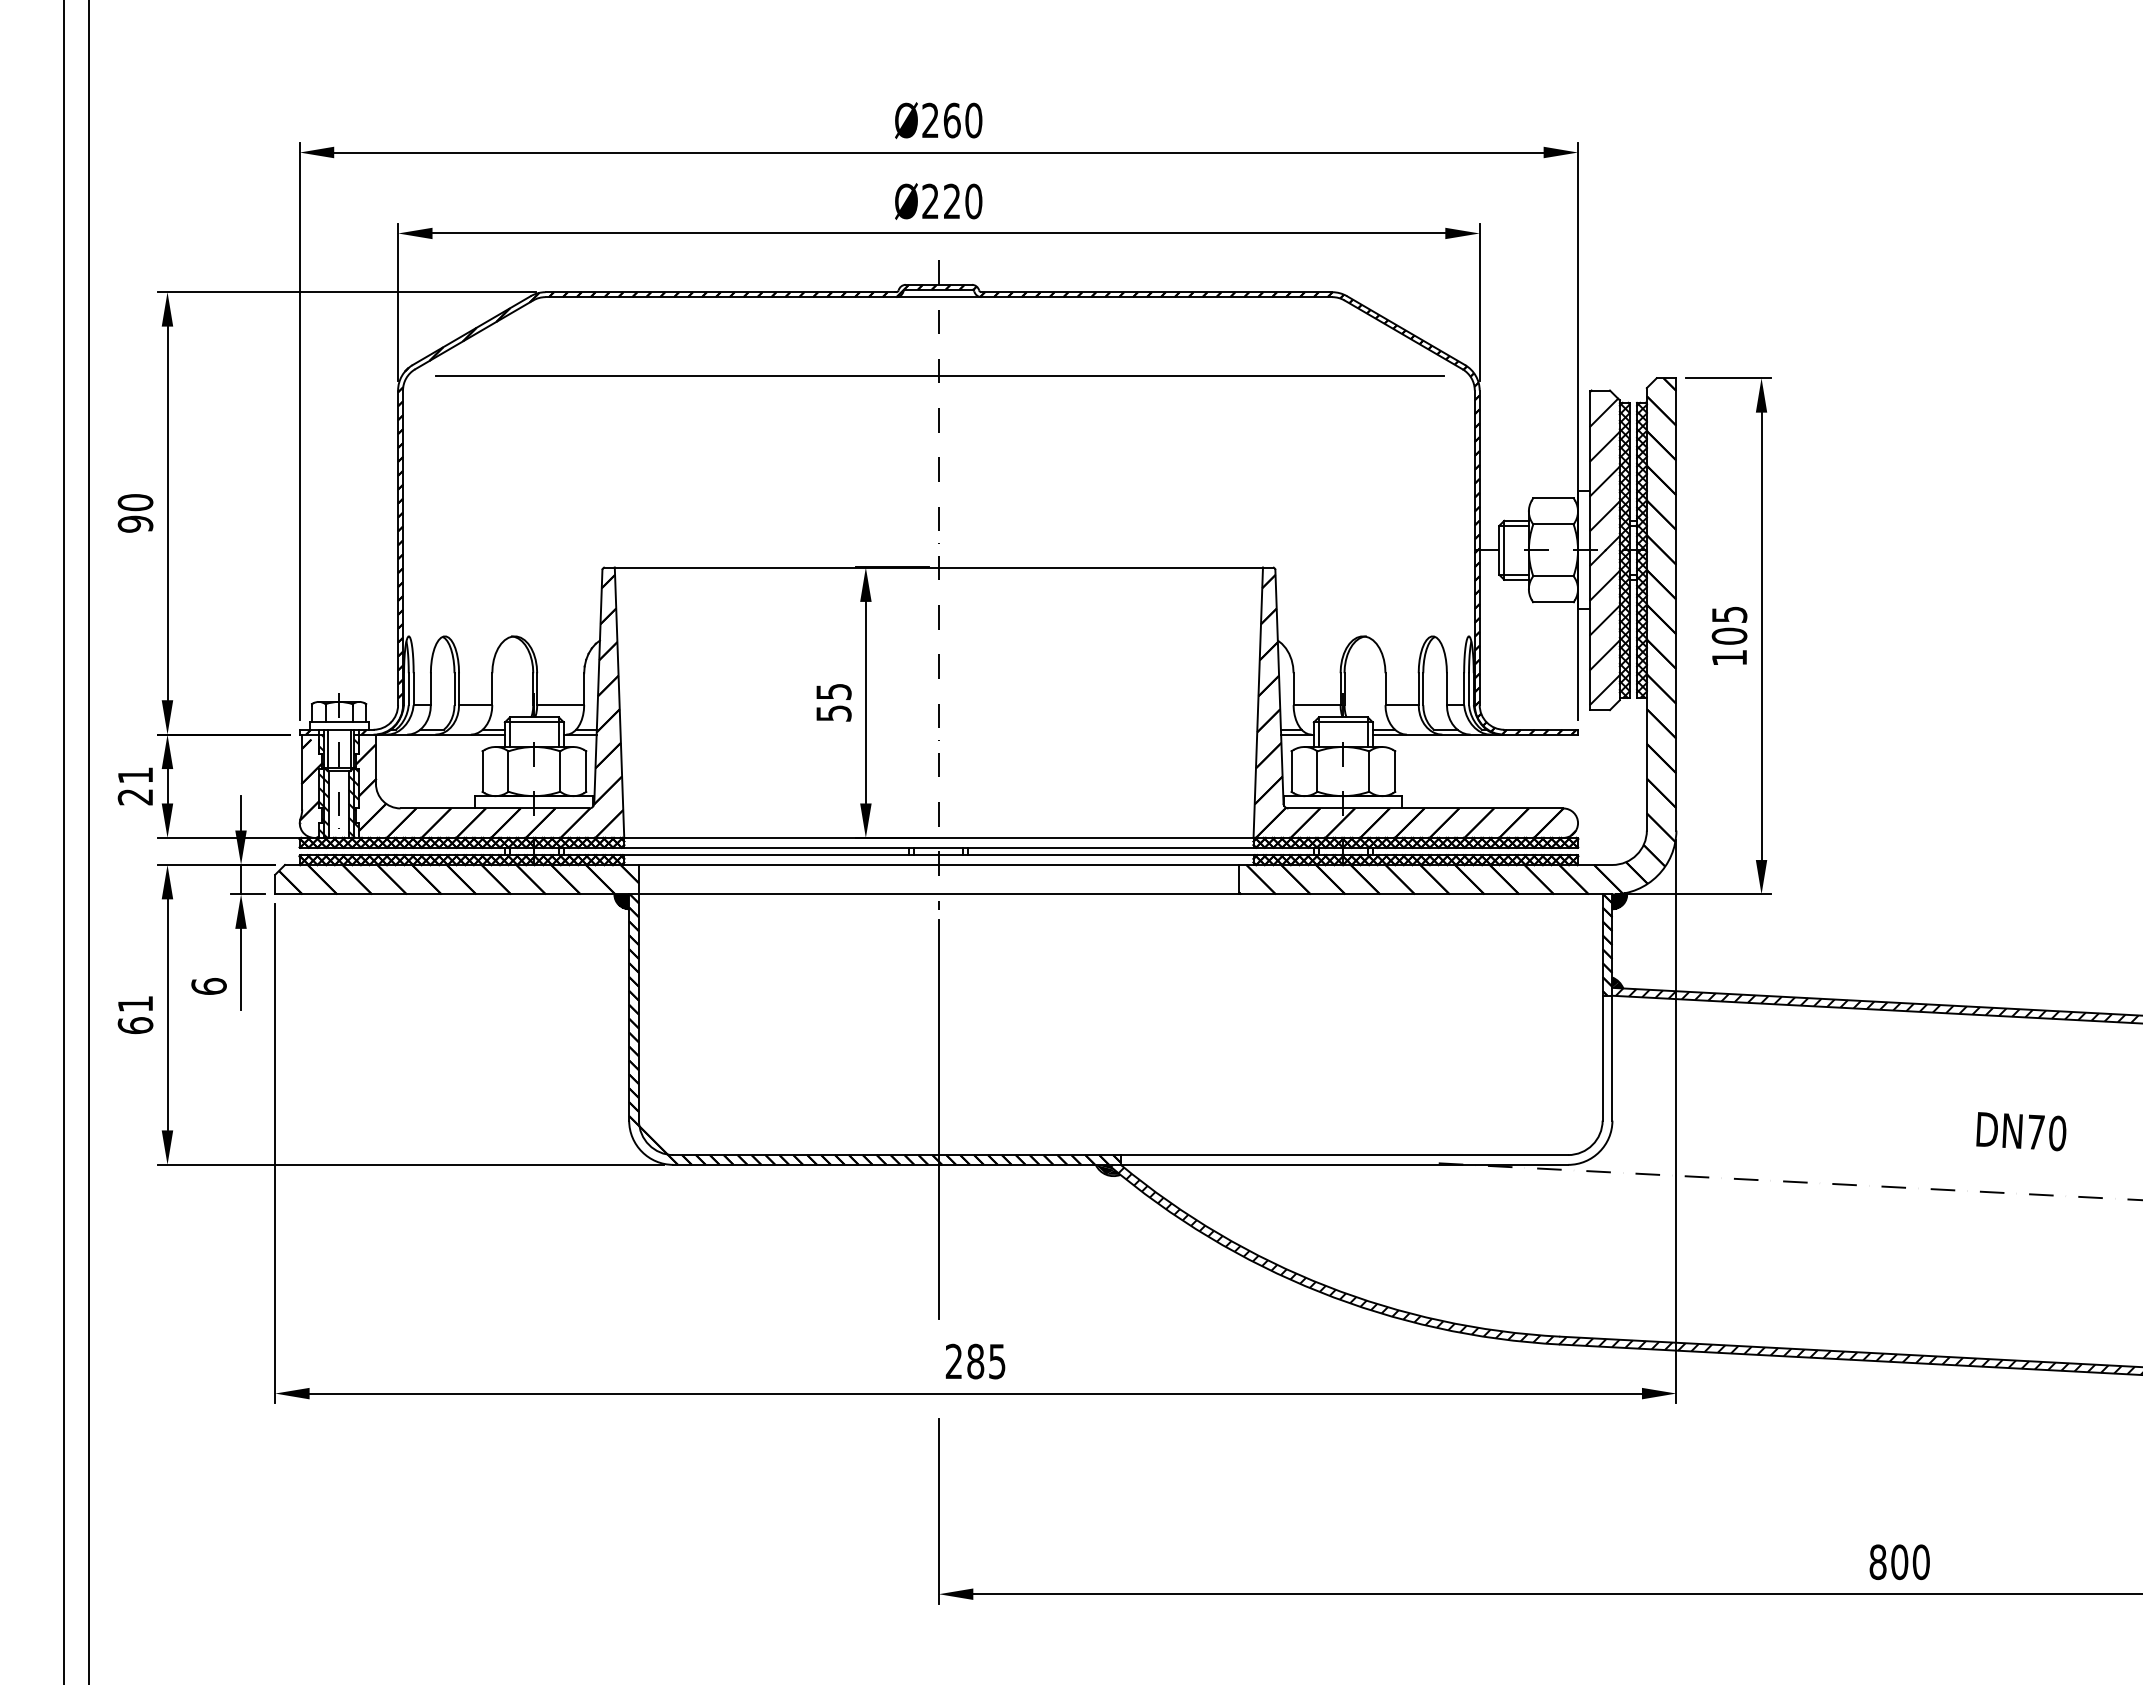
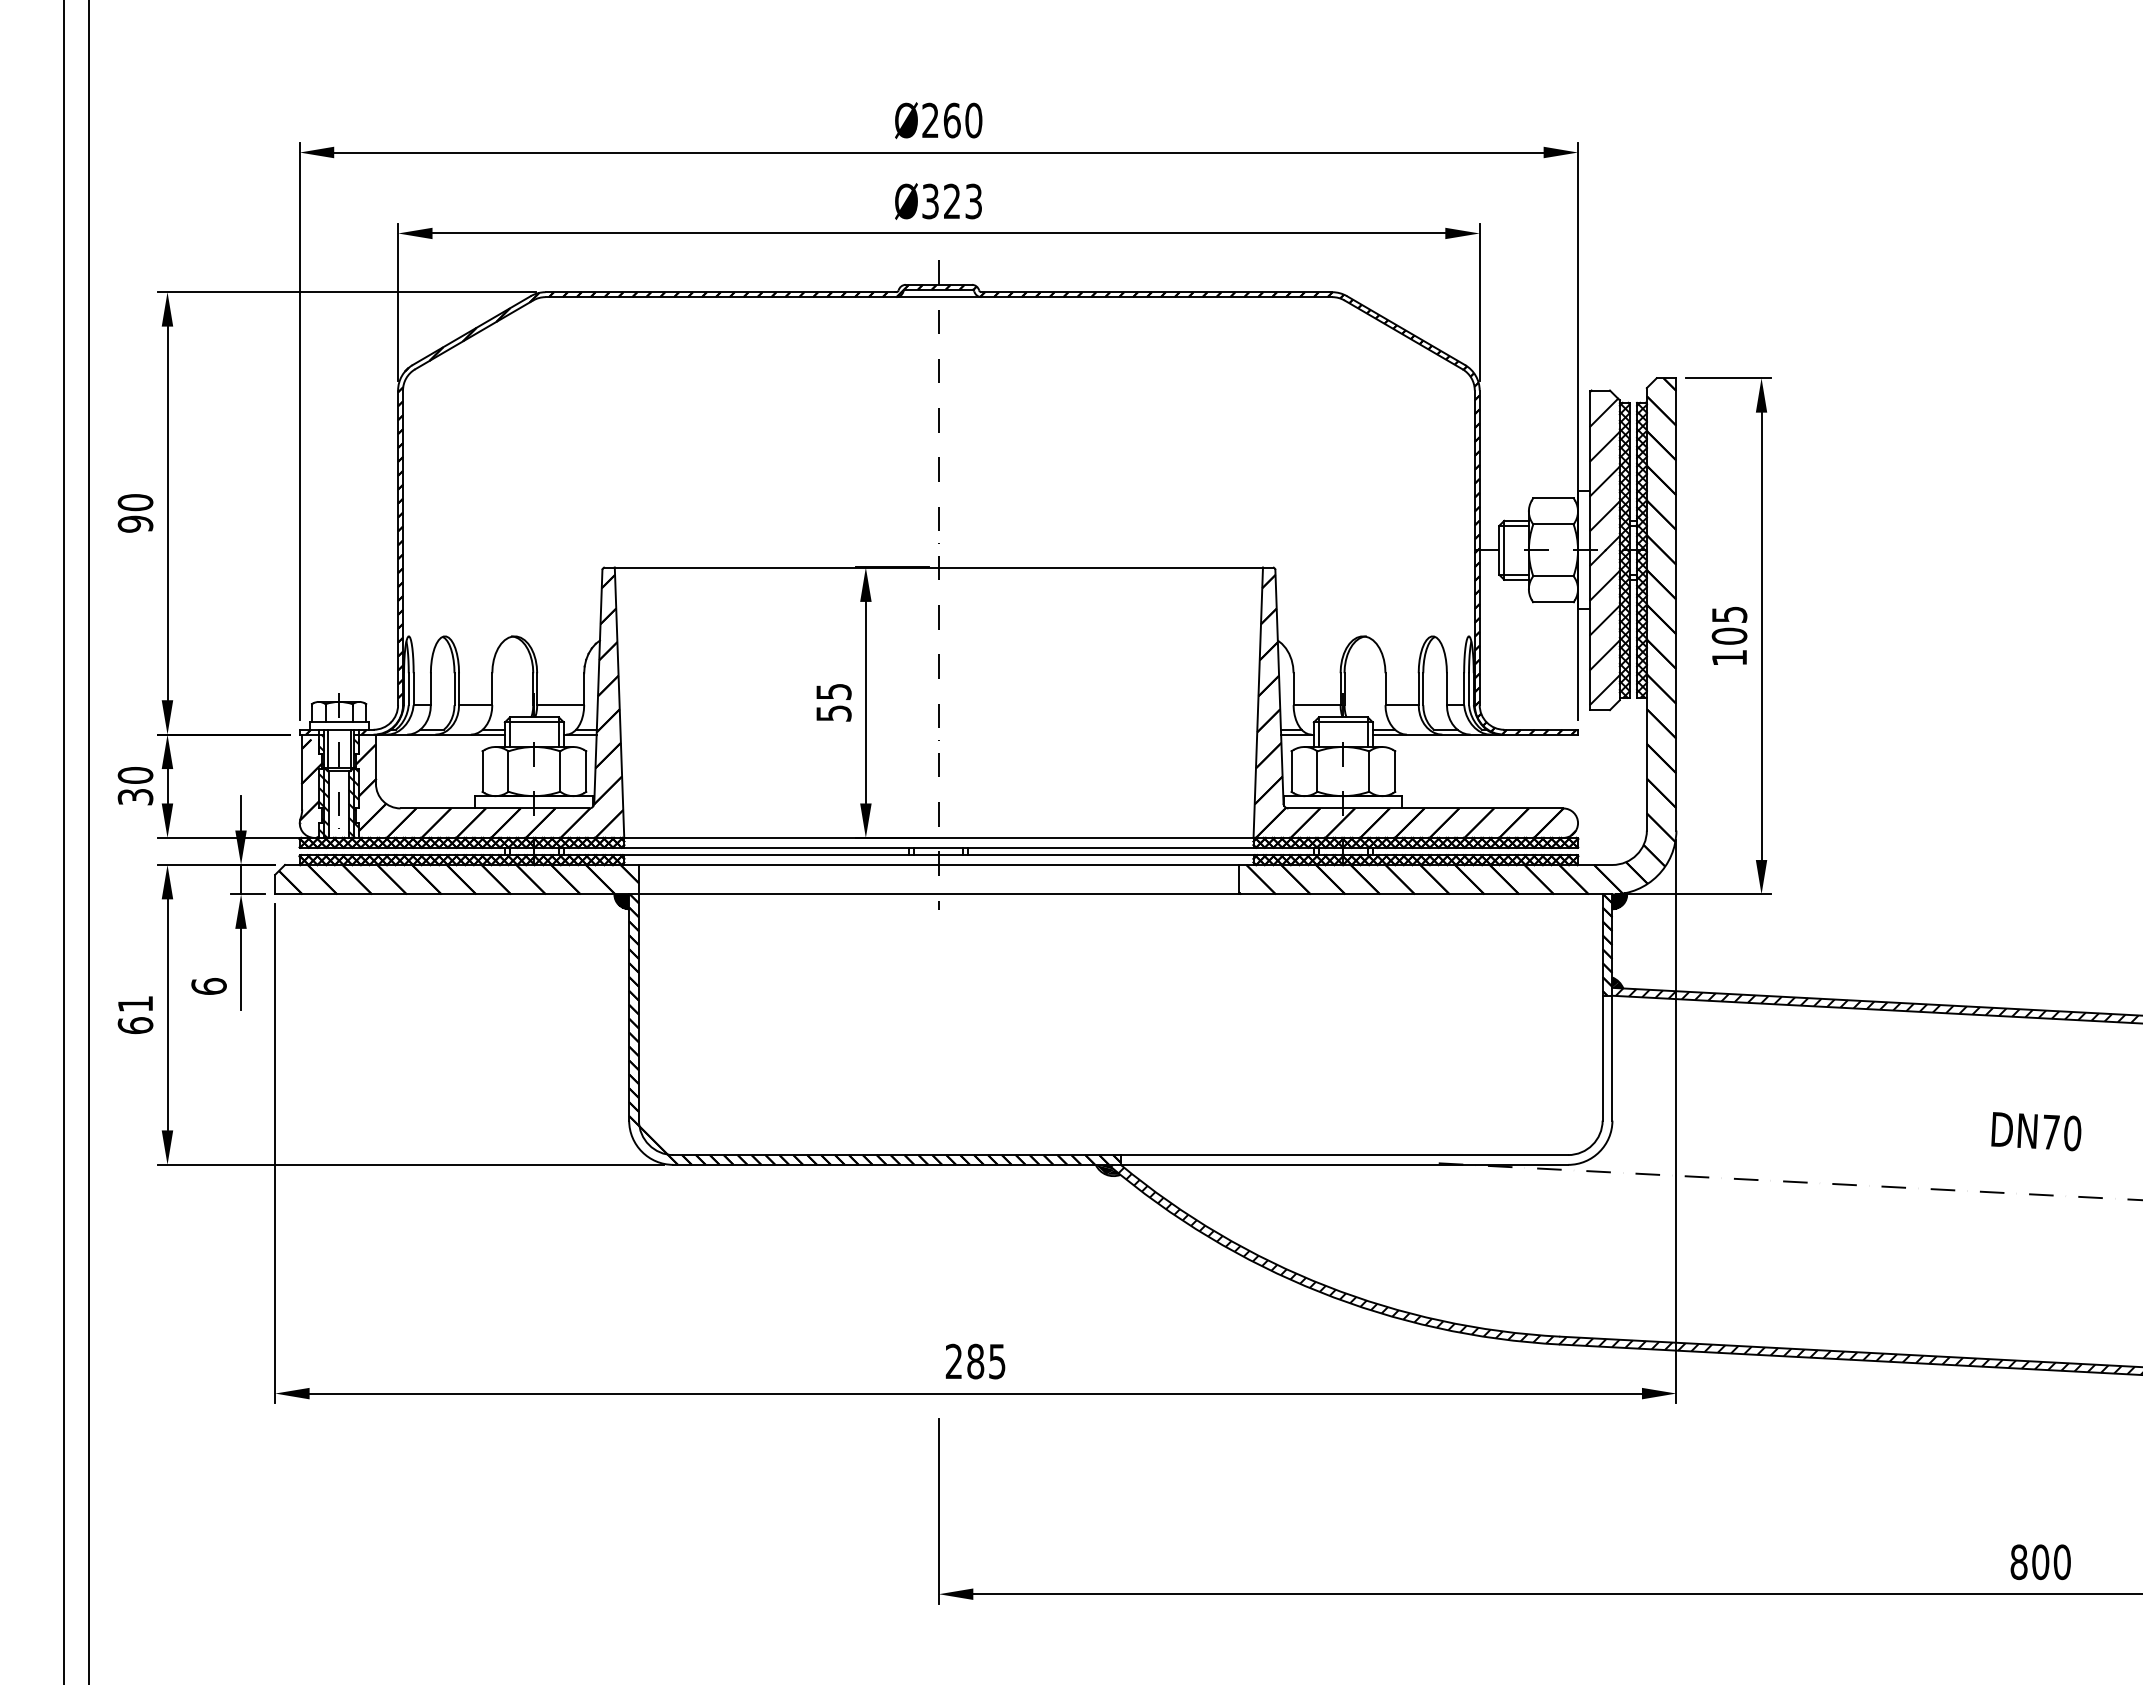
text at (952, 201): Ø220 -> Ø323
line at (939, 375): present -> none
text at (135, 786): 21 -> 30
line at (938, 1119): present -> none
text at (2021, 1131) position: (2021, 1131) -> (2036, 1131)
text at (1899, 1562) position: (1899, 1562) -> (2040, 1562)
